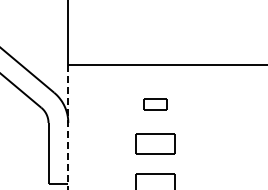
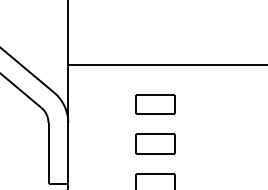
part at (155, 104) size: 25x13 px -> 41x21 px
line at (68, 127): dashed -> solid
